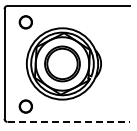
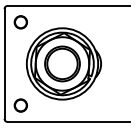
circle at (25, 22) position: (25, 22) -> (20, 22)
circle at (25, 106) position: (25, 106) -> (20, 105)
line at (69, 121): dashed -> solid
